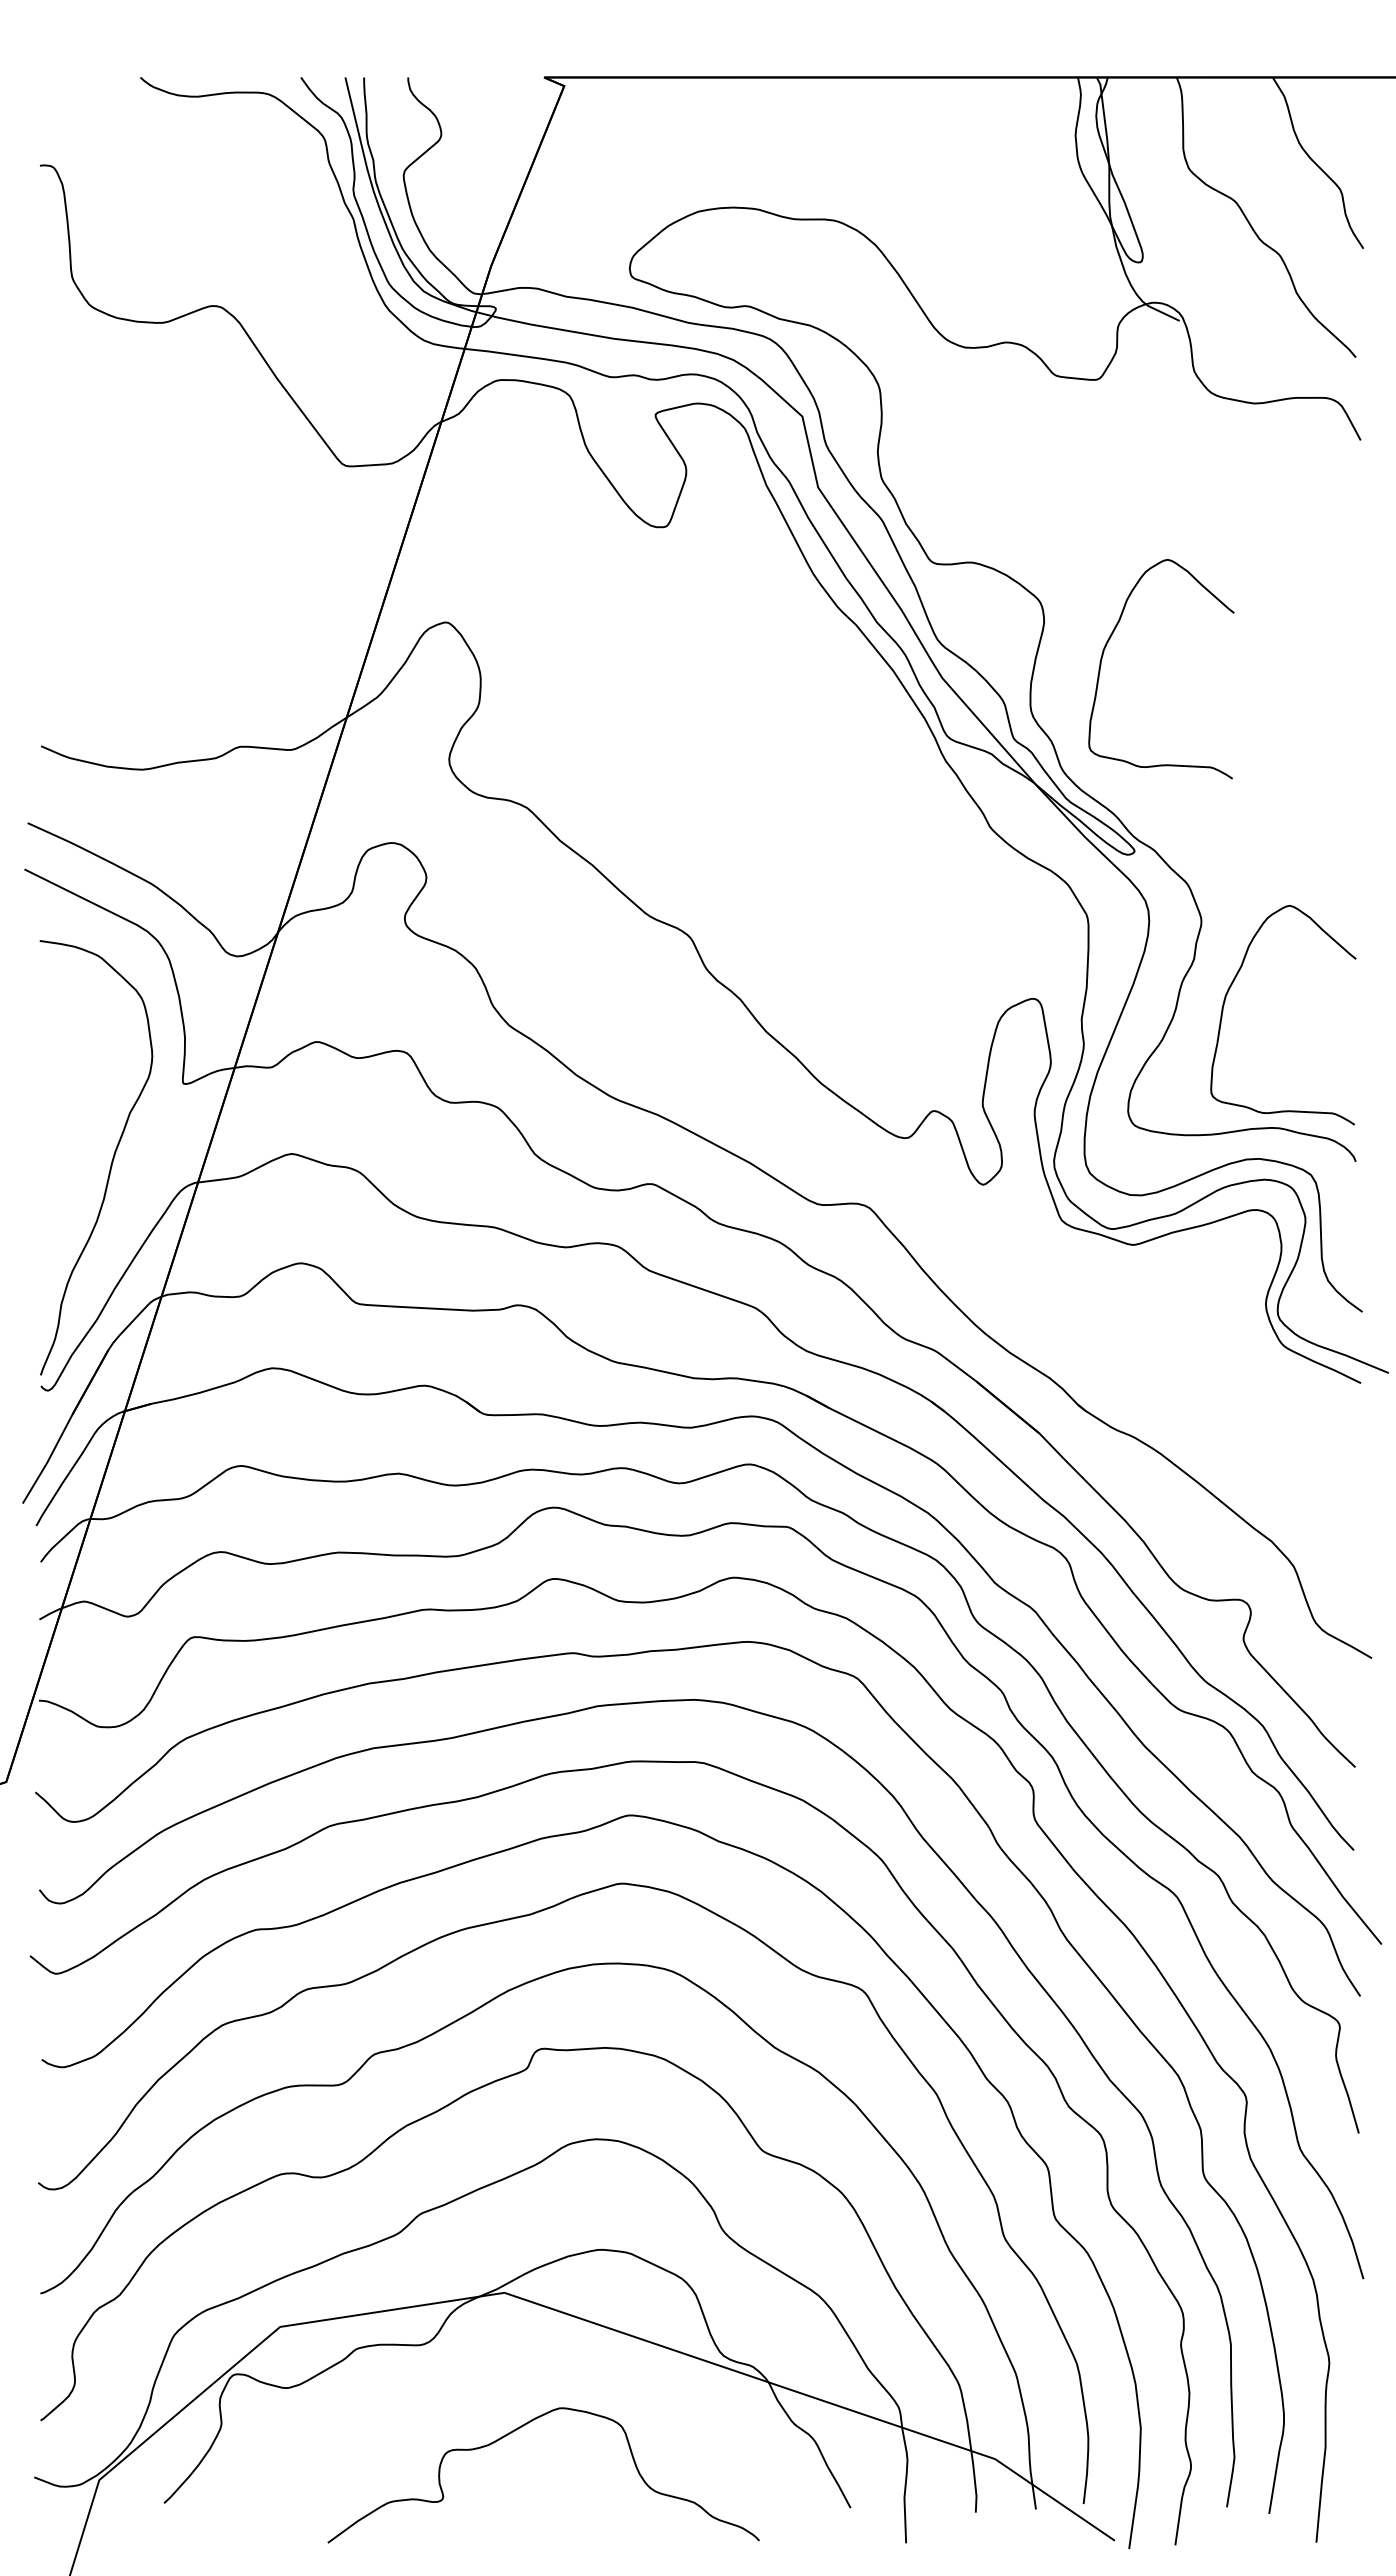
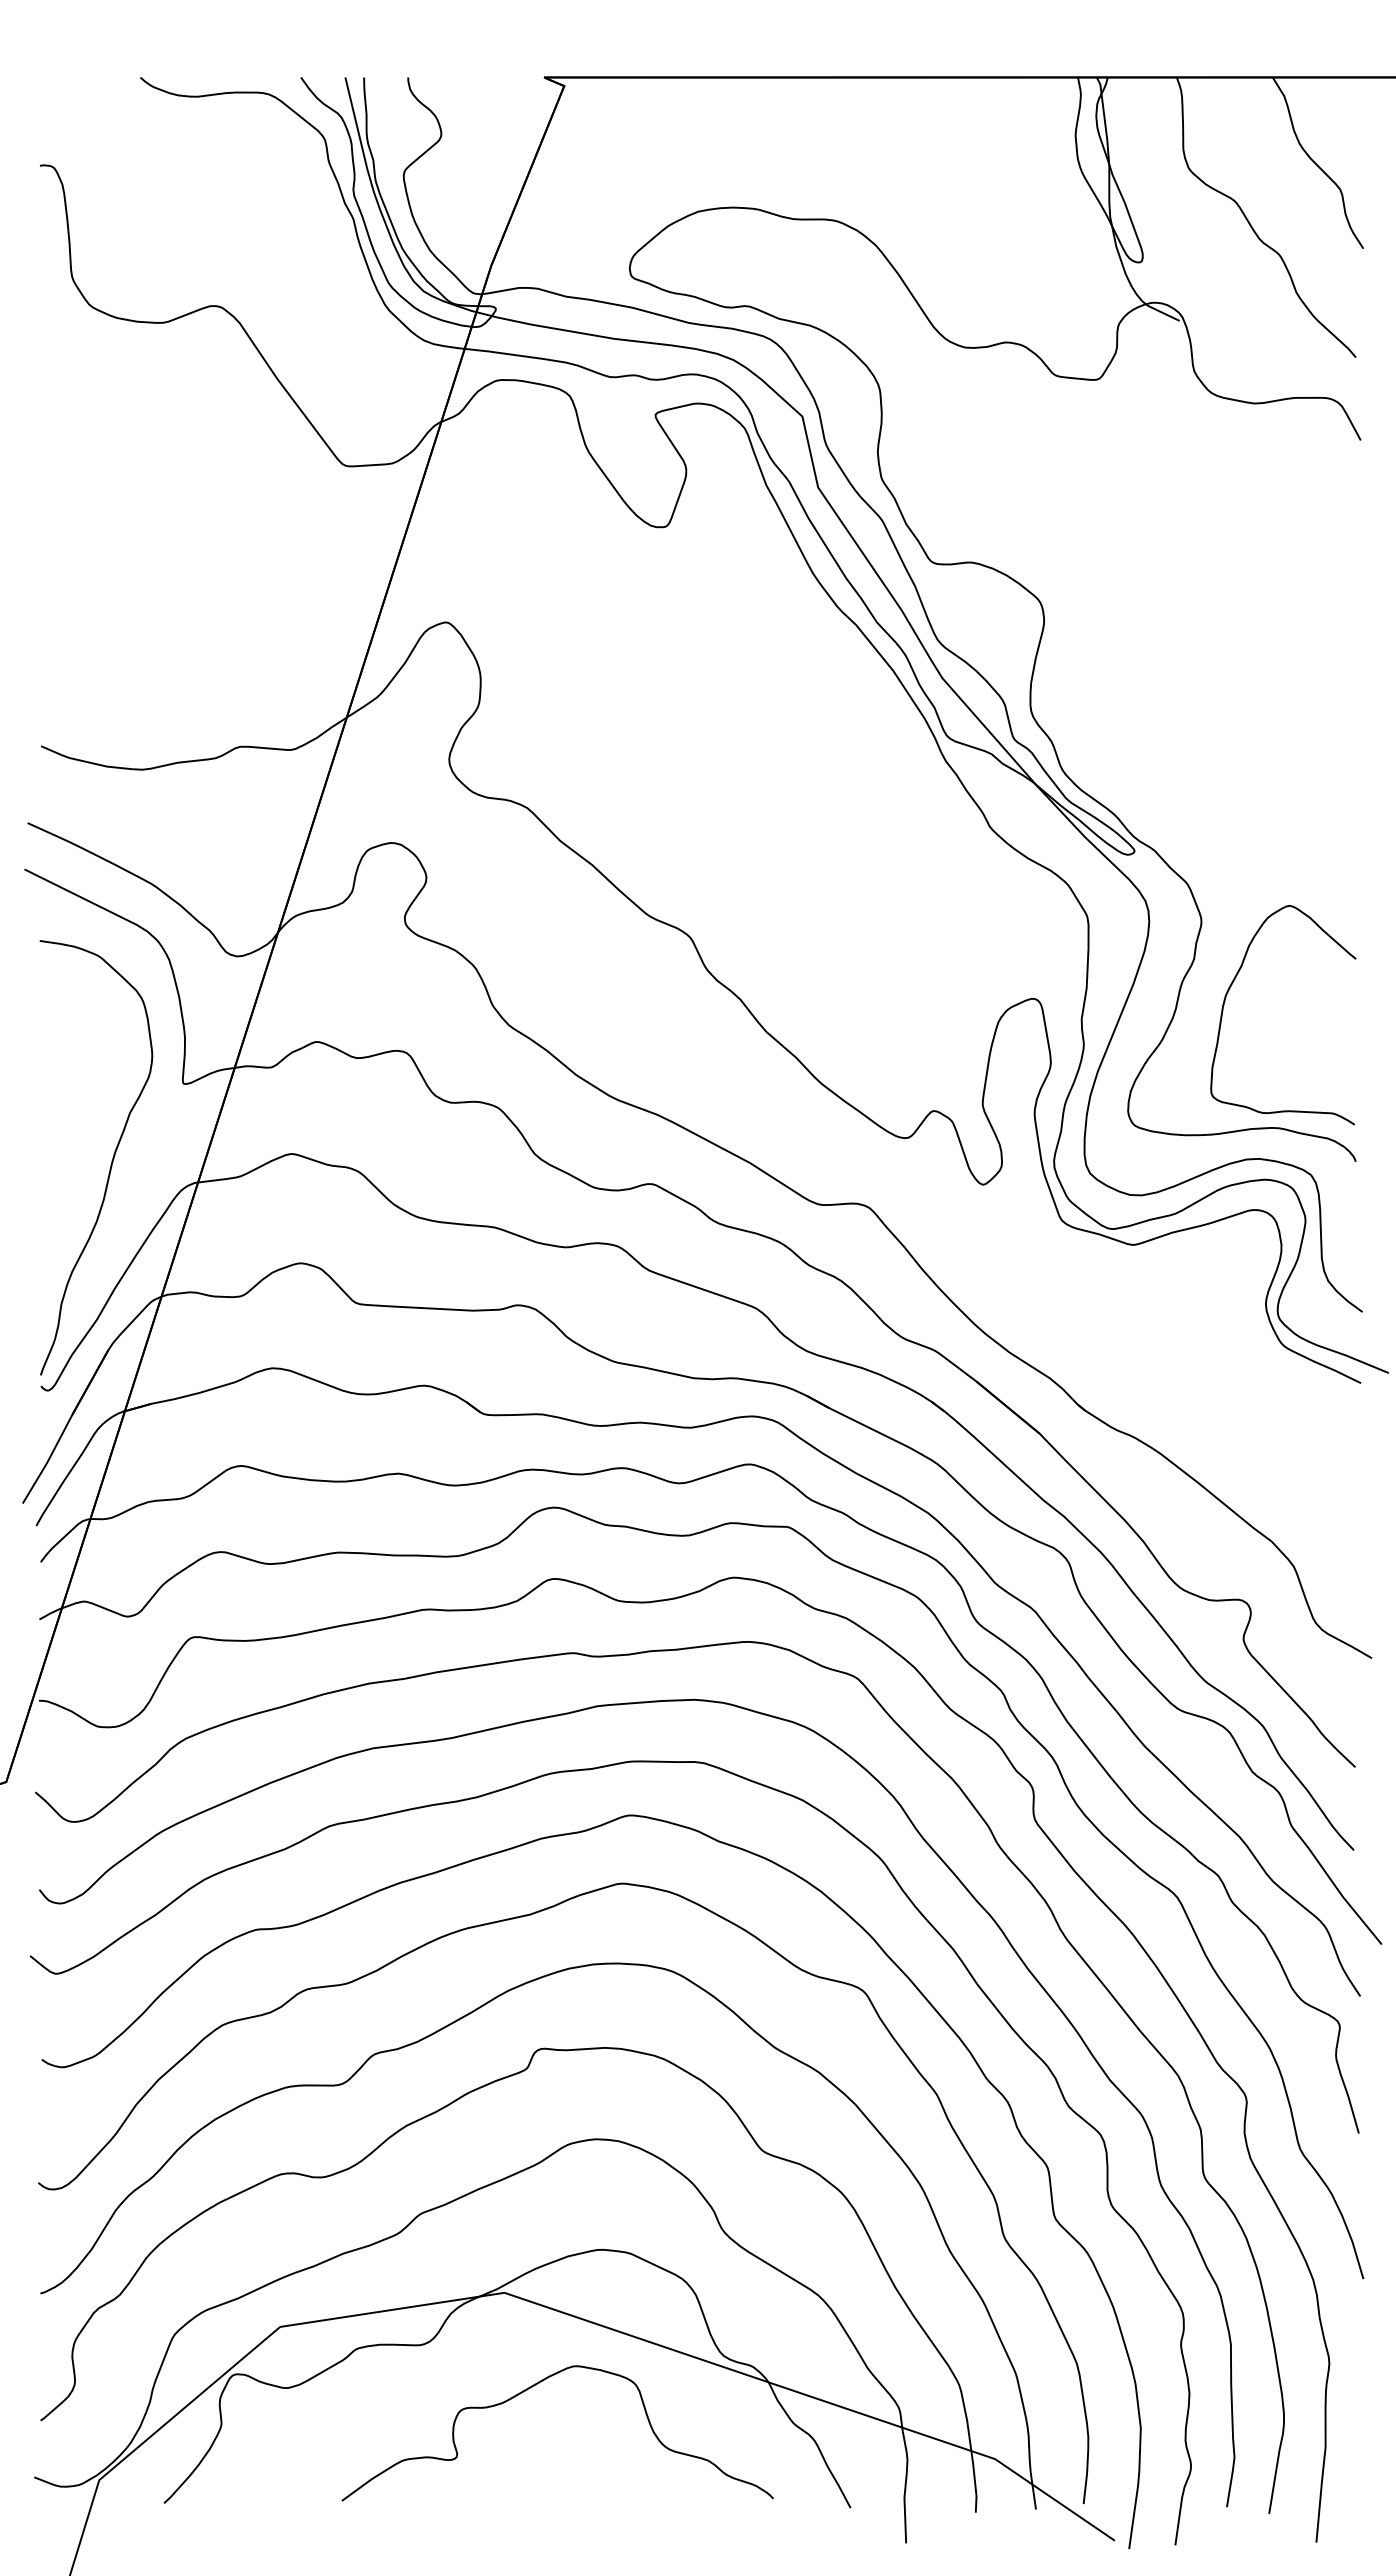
curve at (1108, 642): present -> none
curve at (520, 2428) position: (520, 2428) -> (534, 2386)
